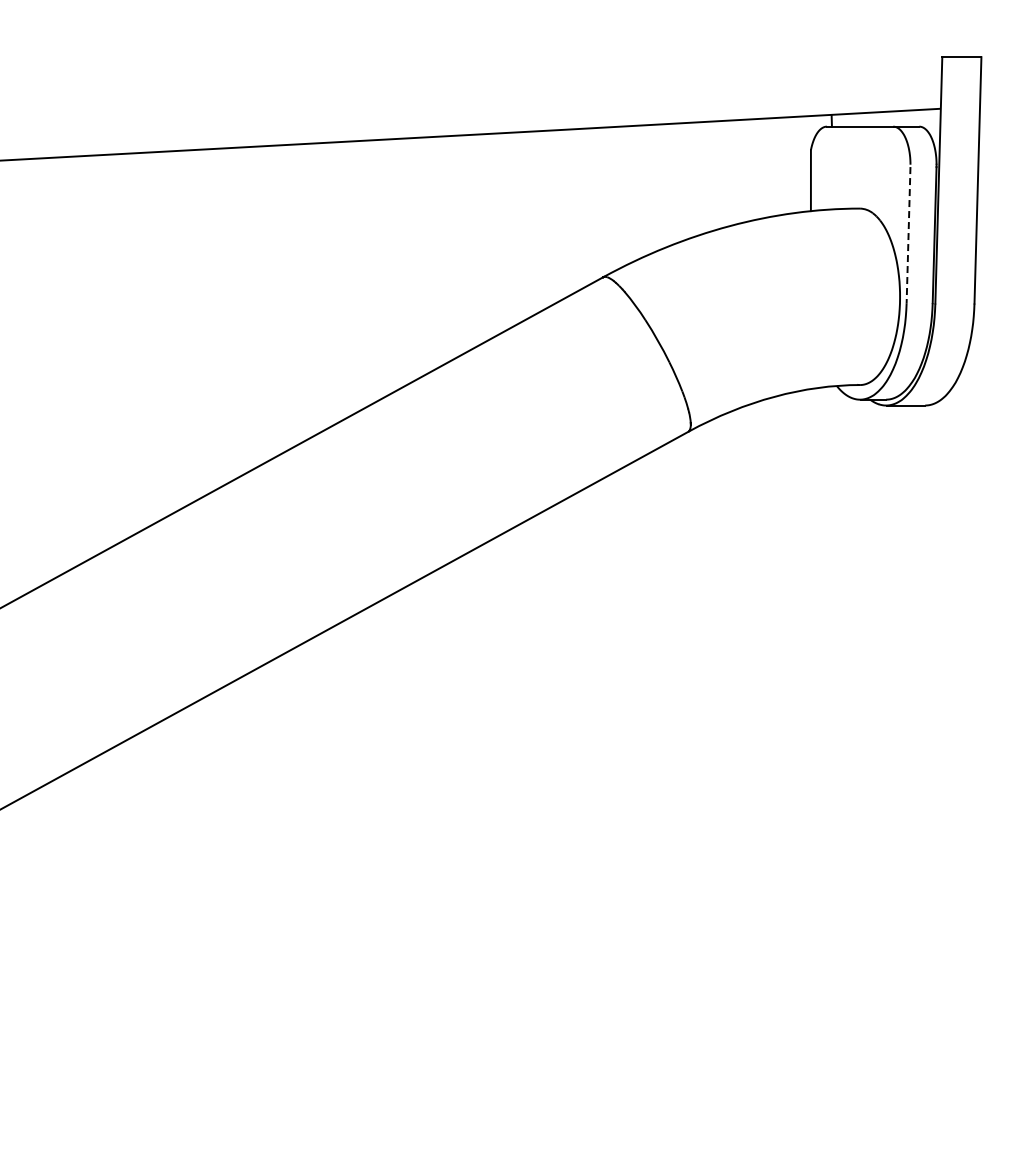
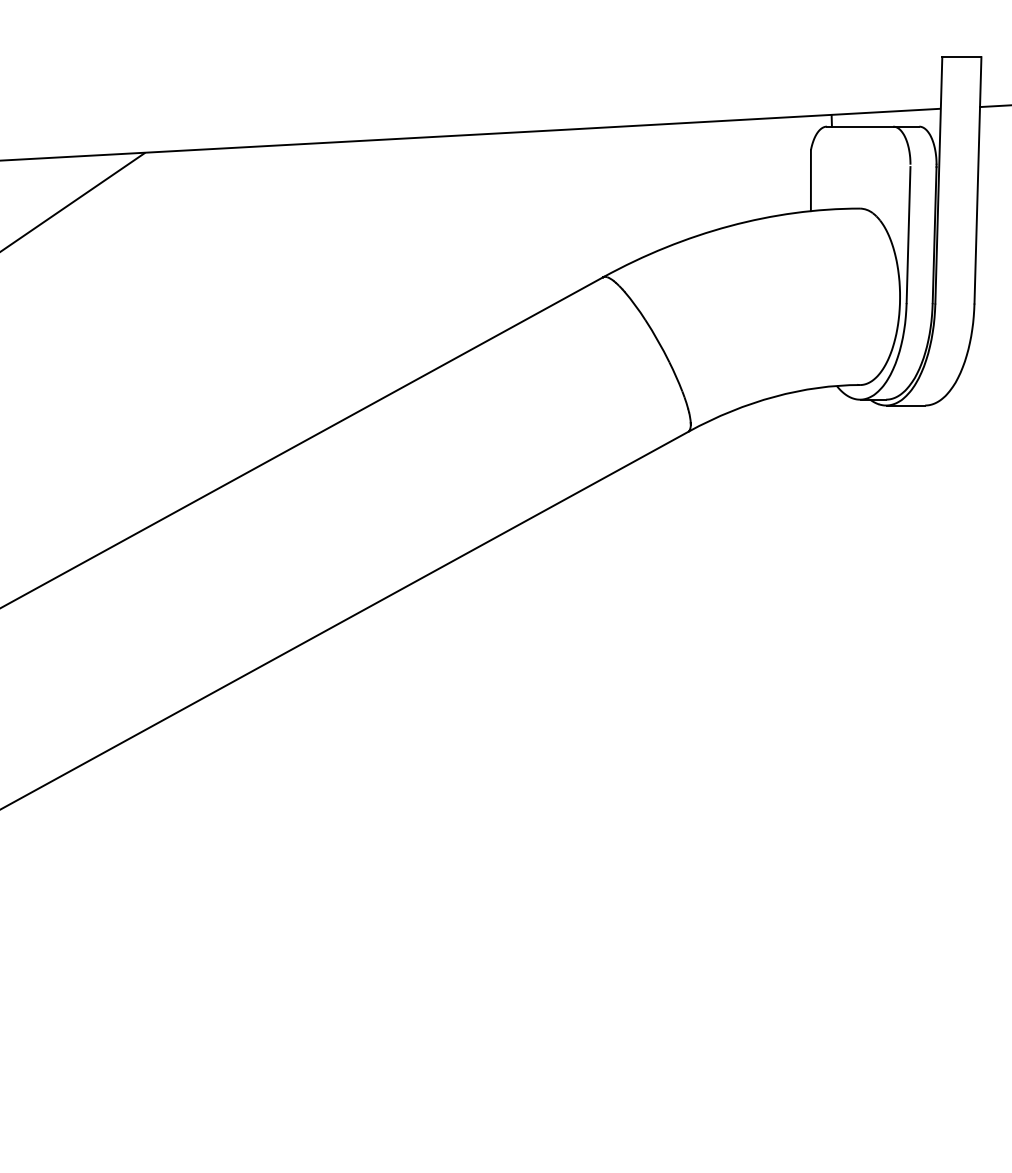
line at (994, 106): none -> present
line at (73, 201): none -> present
line at (908, 235): dashed -> solid
